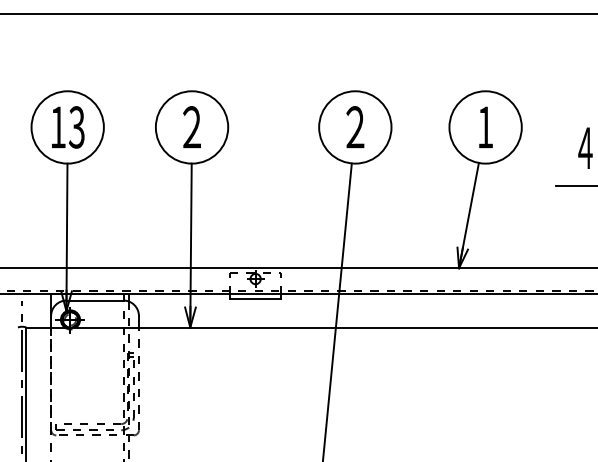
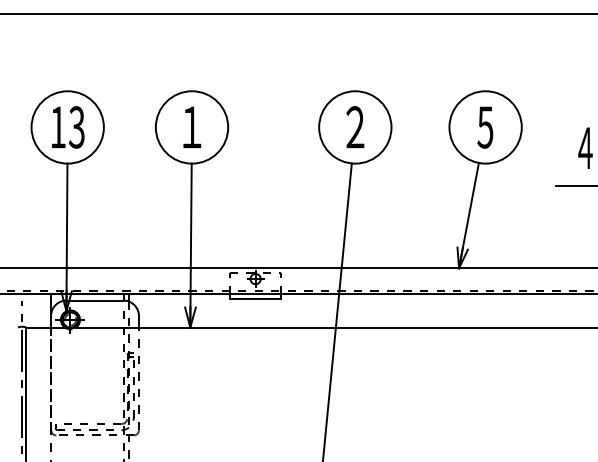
text at (192, 126): ２ -> １
text at (485, 127): 1 -> 5
